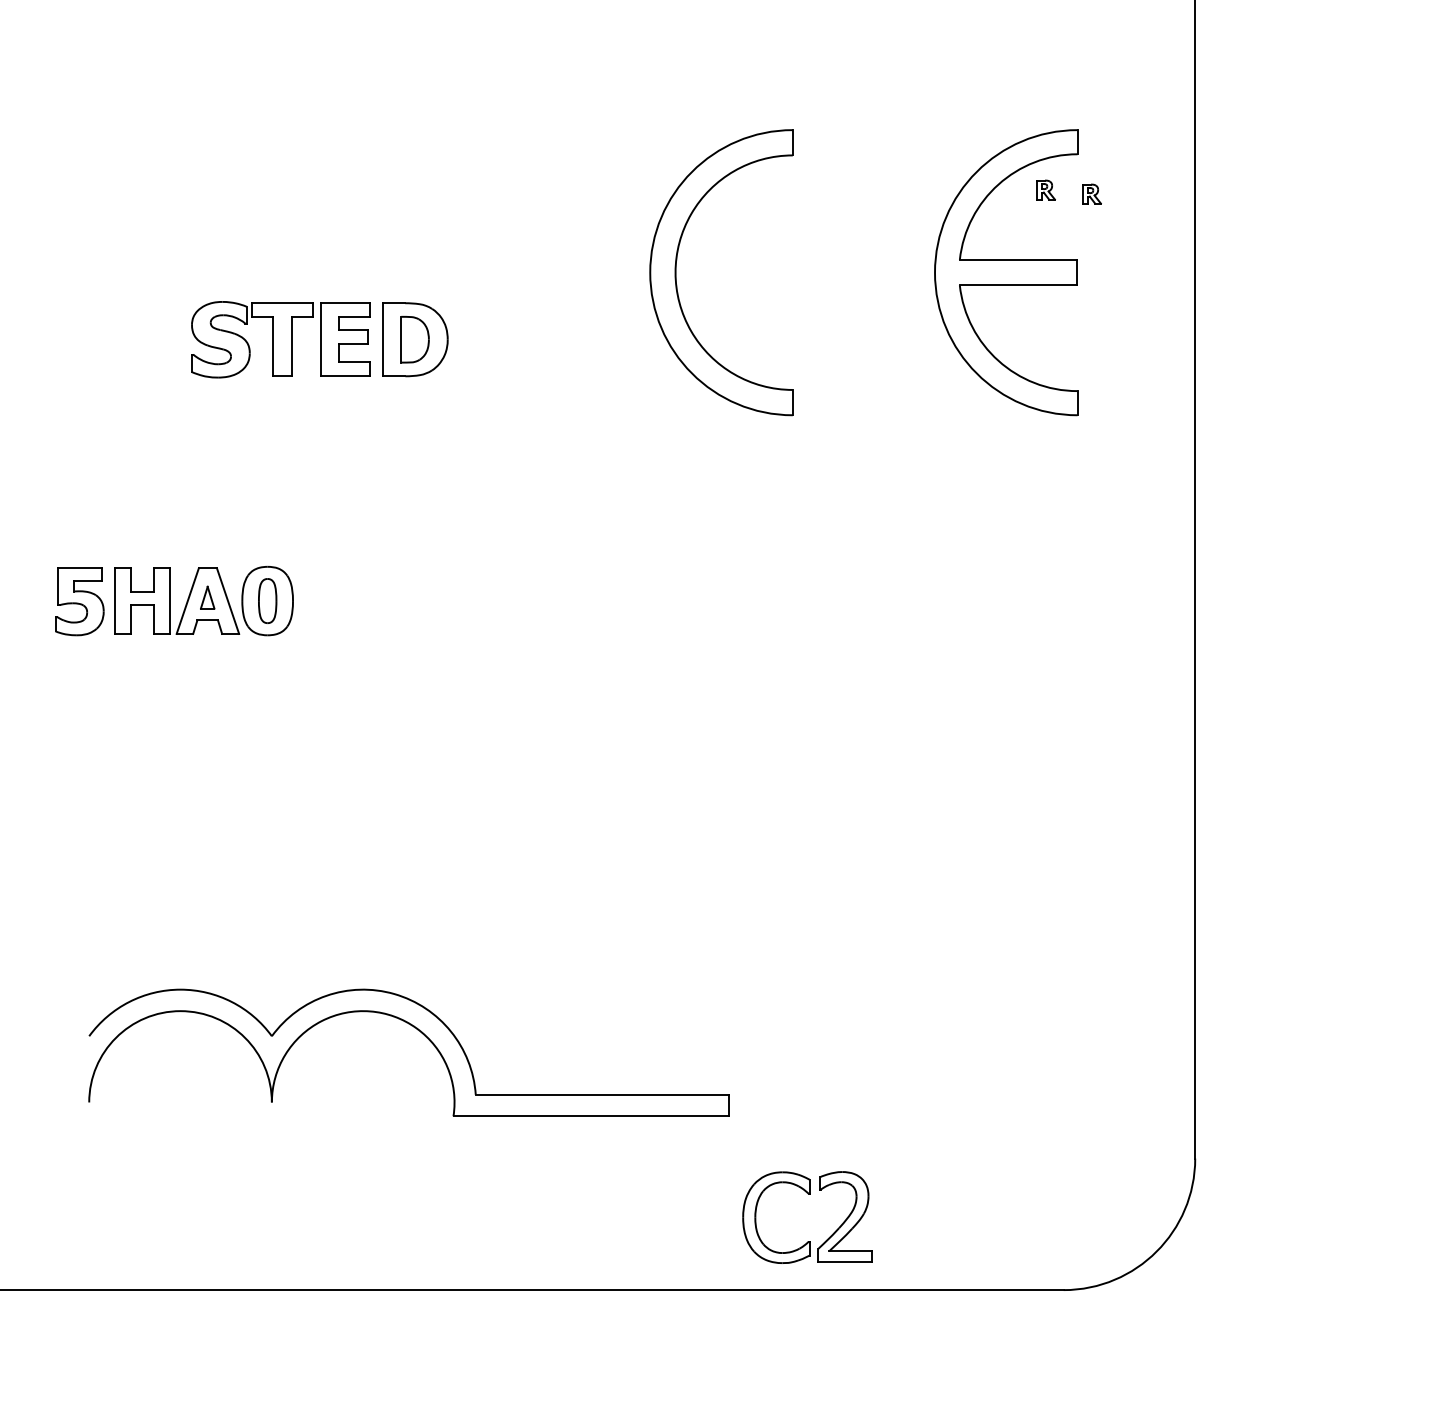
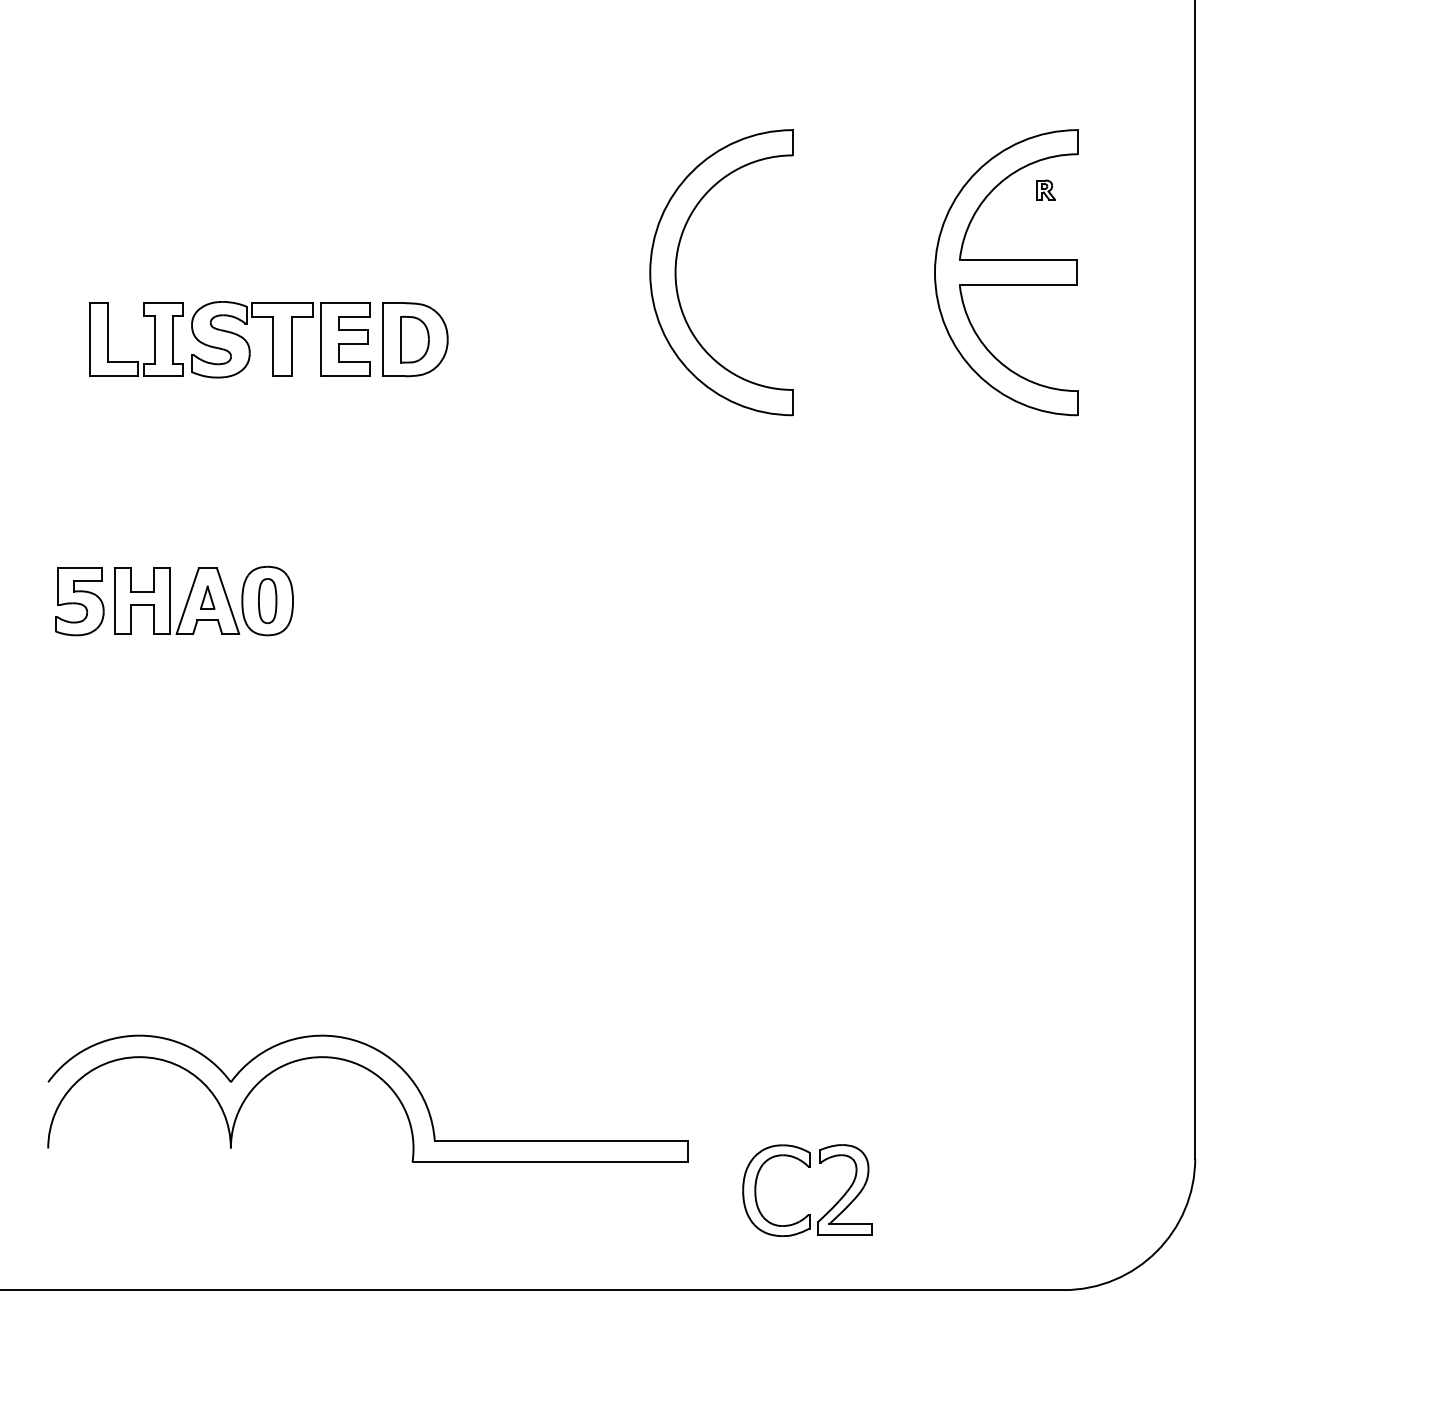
part at (1091, 193): present -> none
part at (154, 339): none -> present
part at (424, 1036) position: (424, 1036) -> (383, 1082)
part at (808, 1194) position: (808, 1194) -> (808, 1167)
